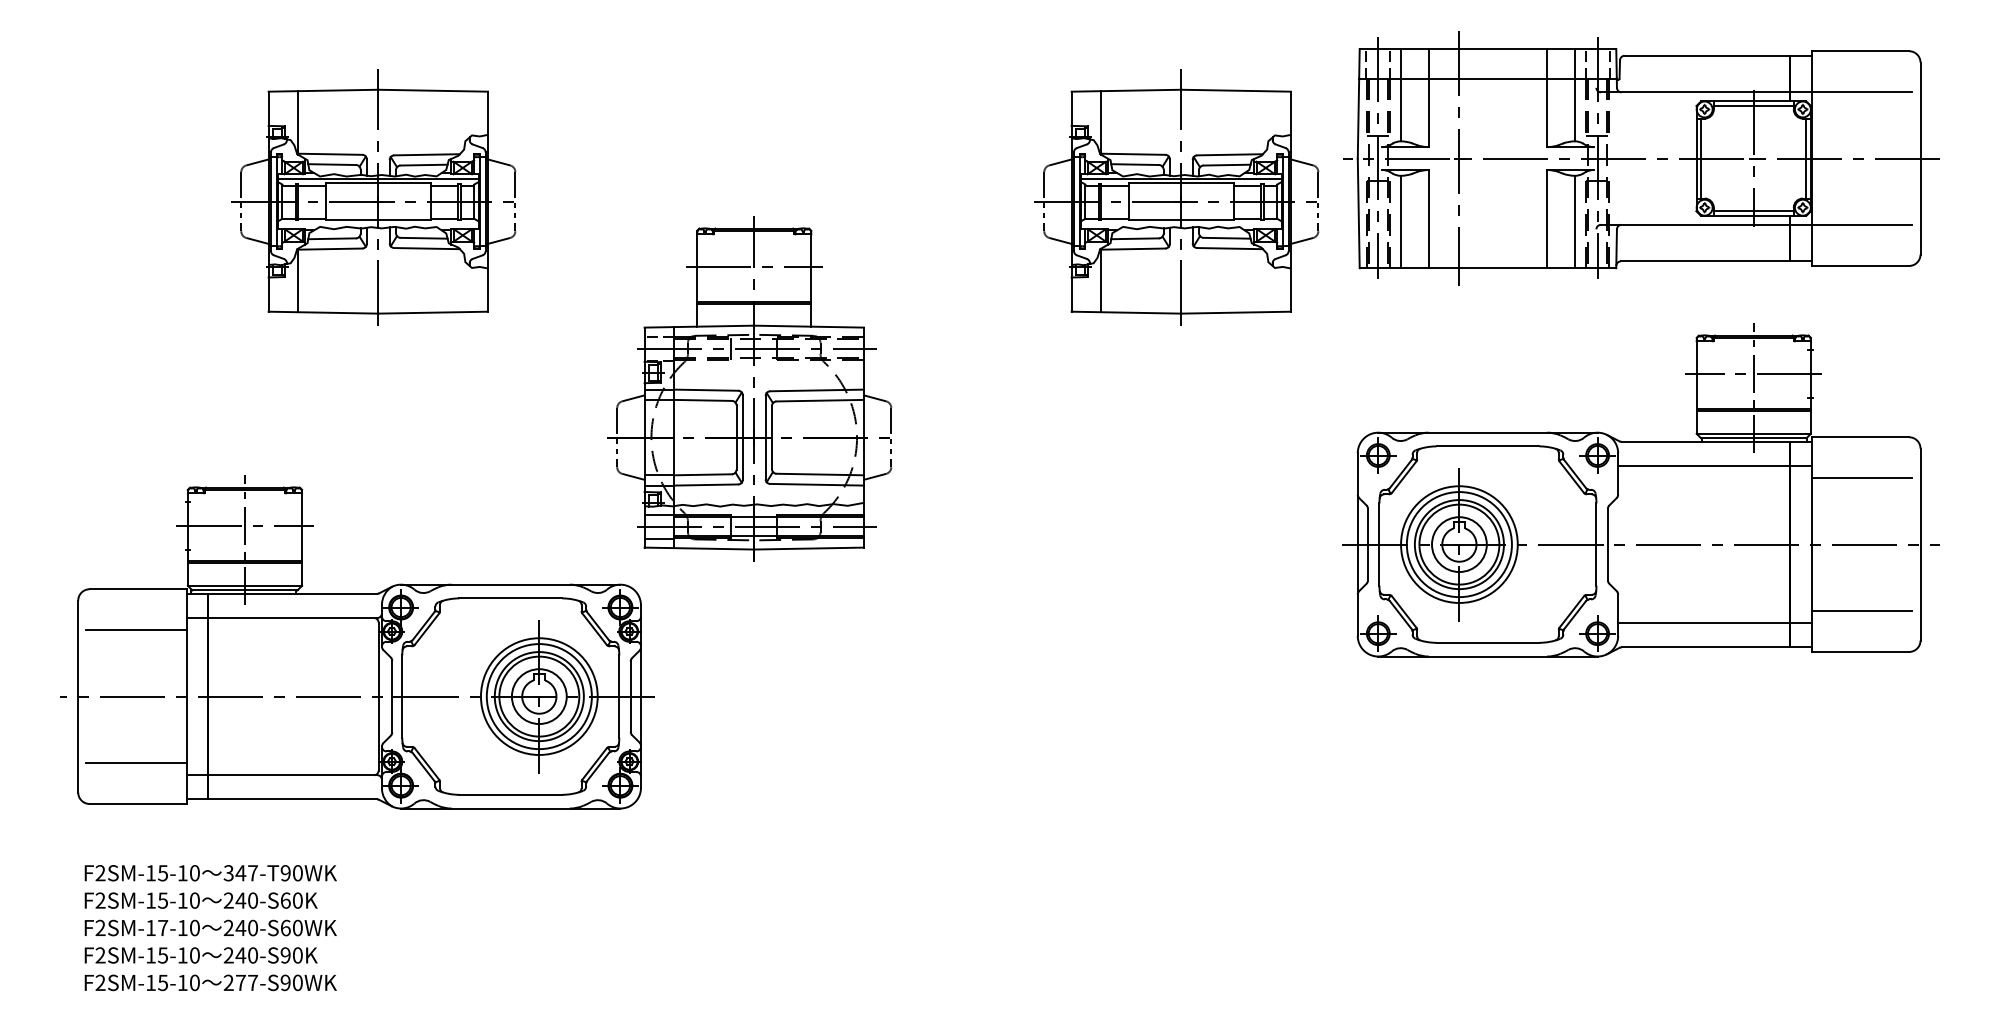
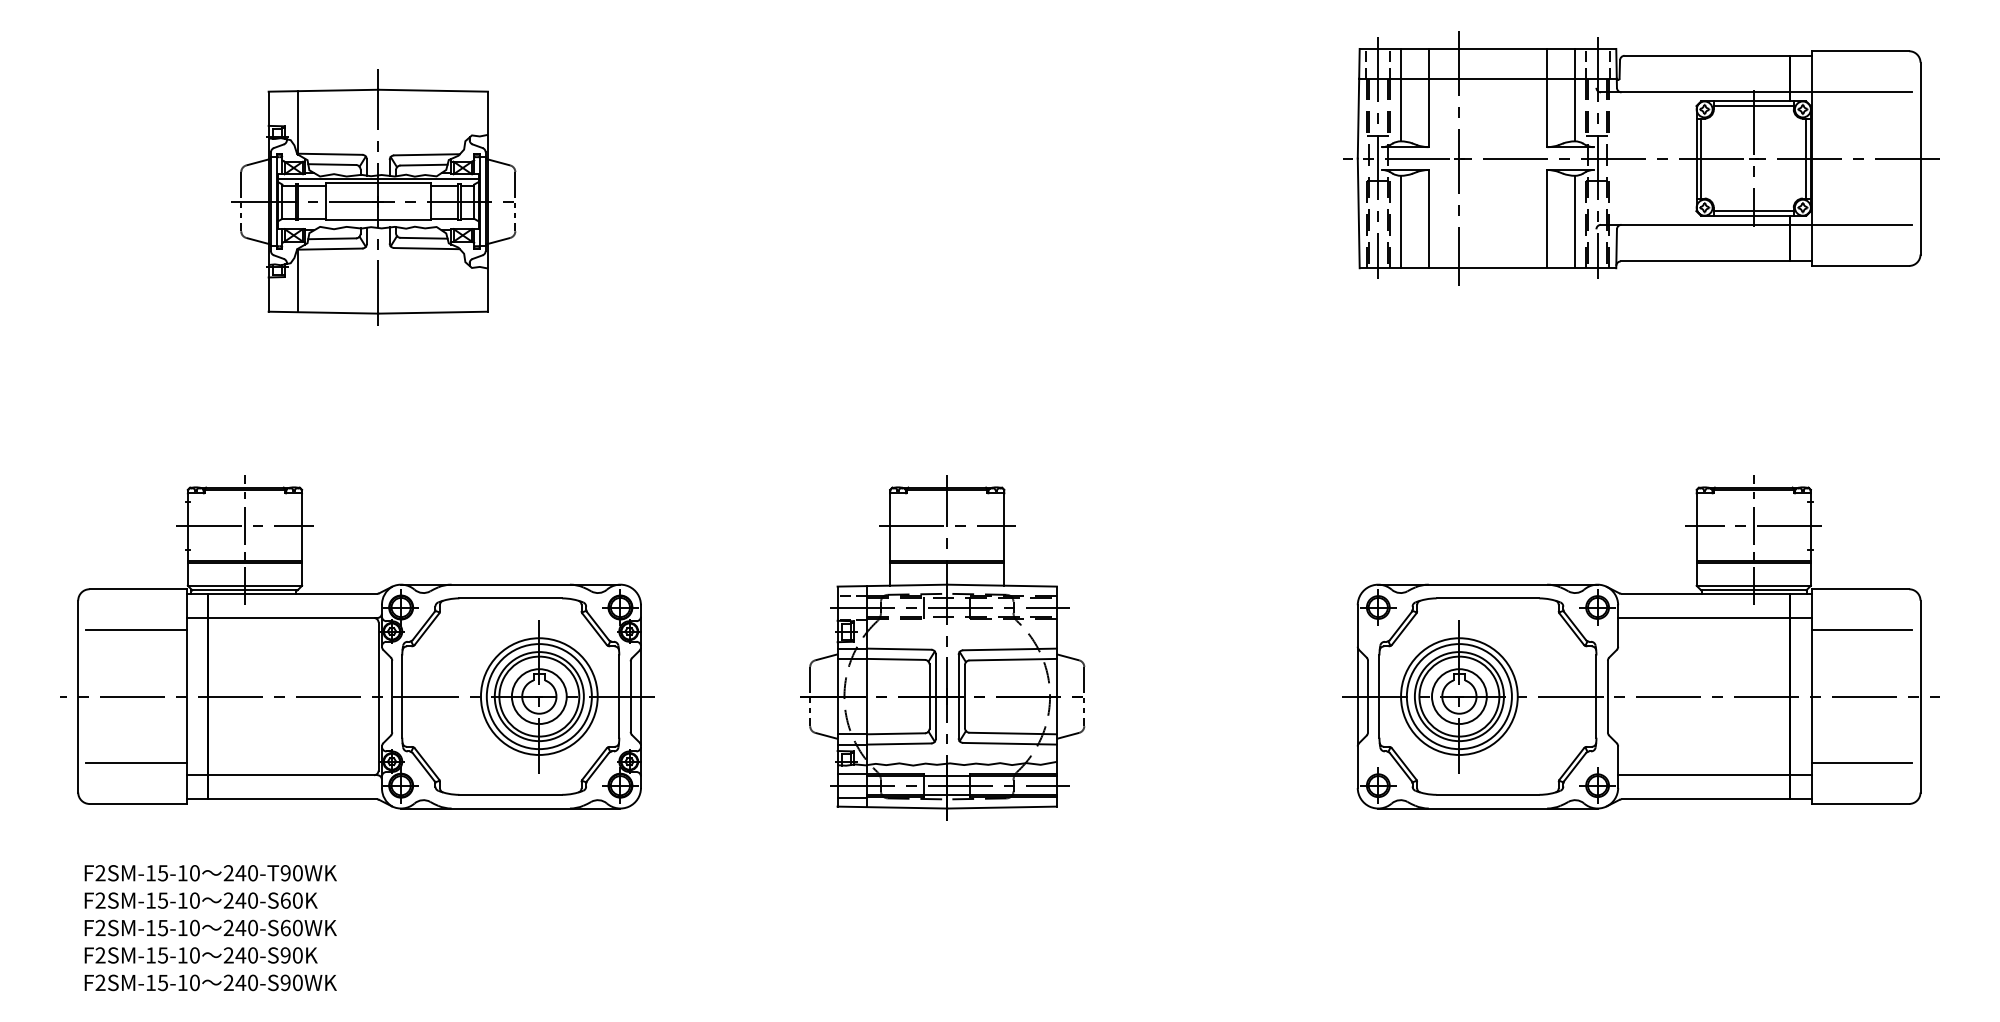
part at (1176, 197): present -> none
part at (749, 388) position: (749, 388) -> (942, 647)
part at (1640, 490) position: (1640, 490) -> (1640, 642)
text at (240, 873): 347-T90WK -> 240-T90WK
text at (163, 928): F2SM-17-10 -> F2SM-15-10
text at (246, 982): 277-S90WK -> 240-S90WK
